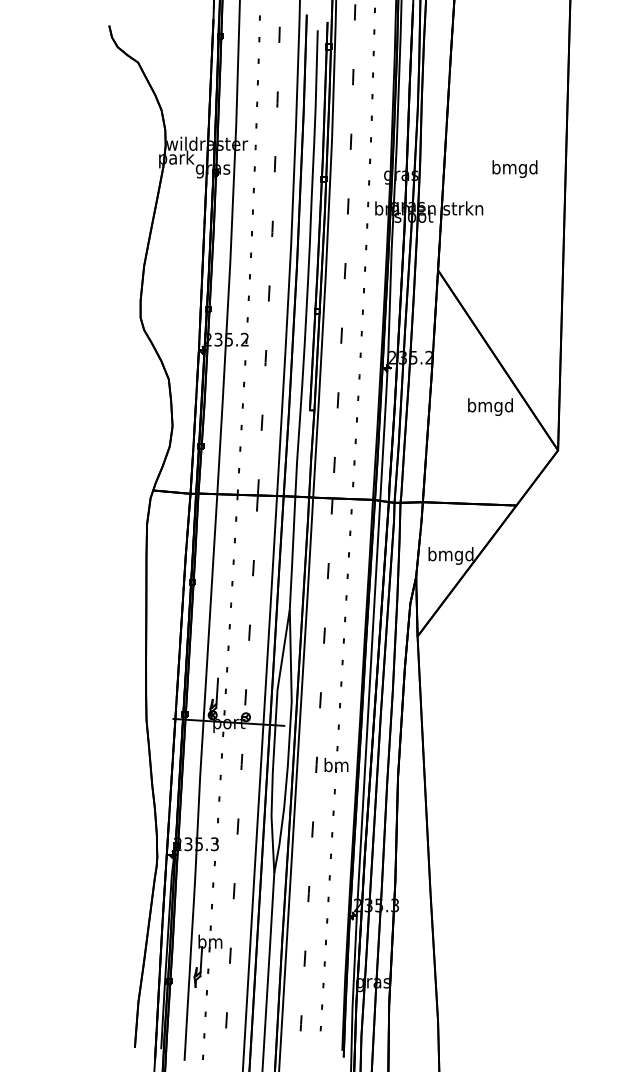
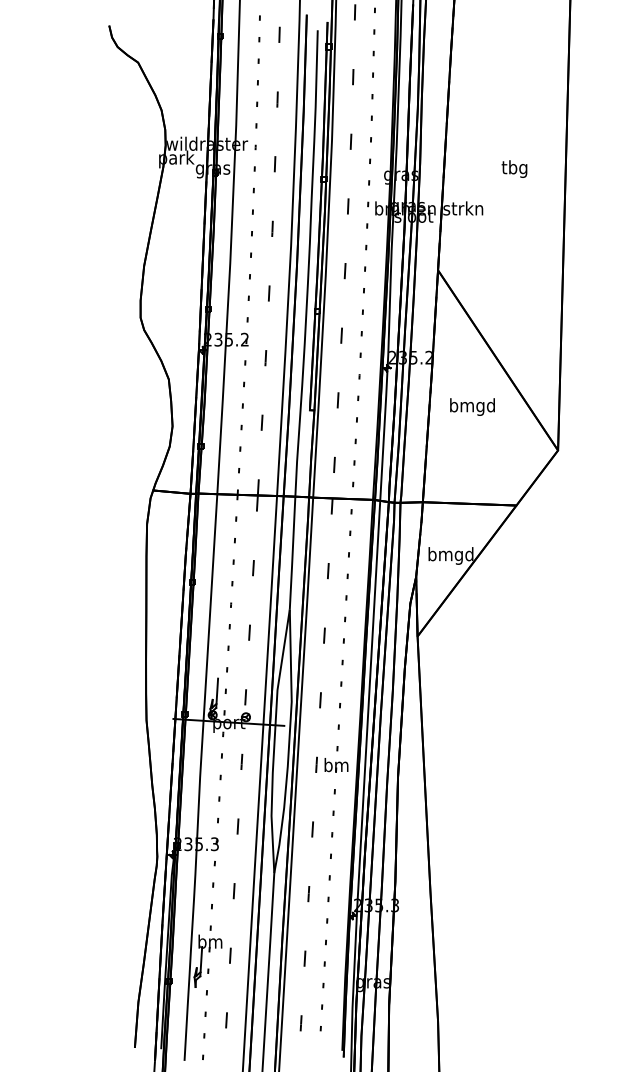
text at (514, 168): bmgd -> tbg
text at (490, 406) position: (490, 406) -> (472, 406)
